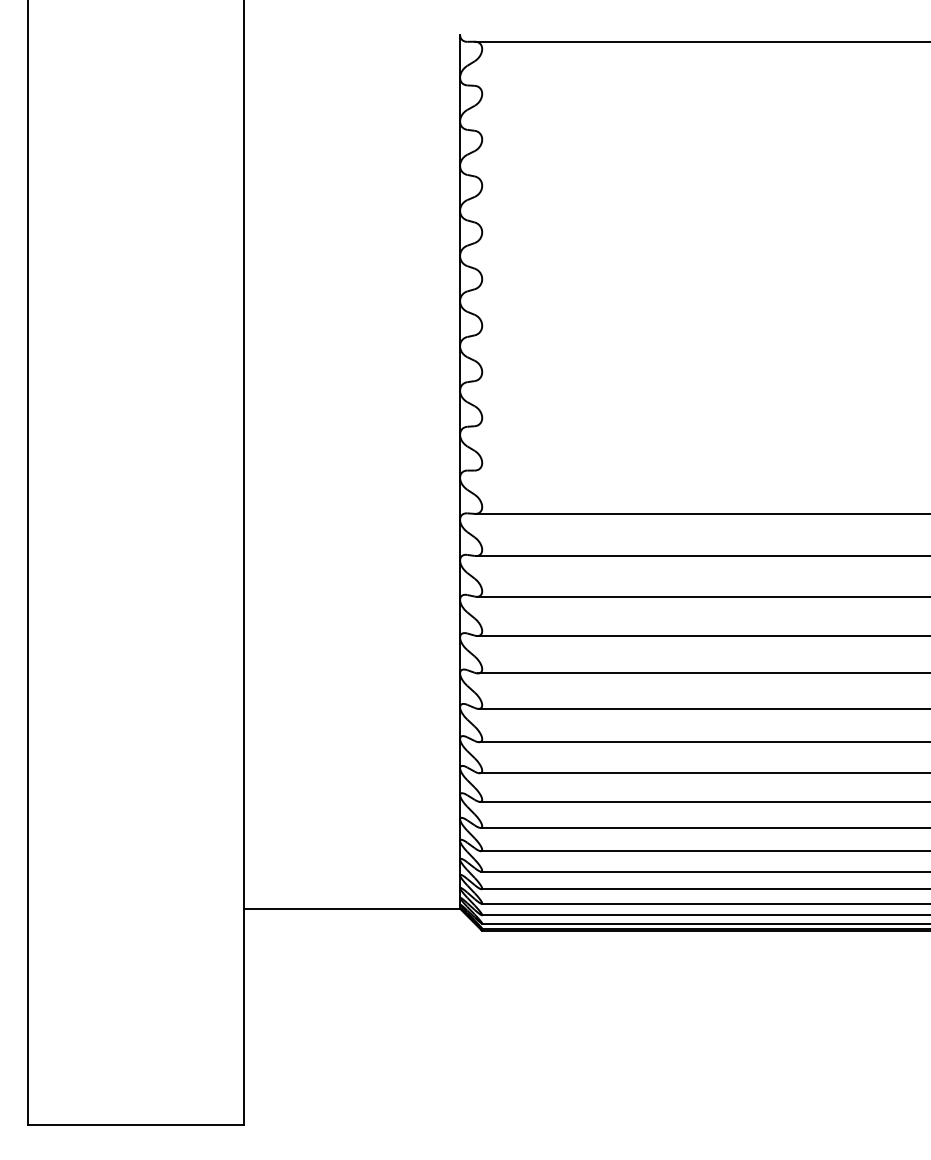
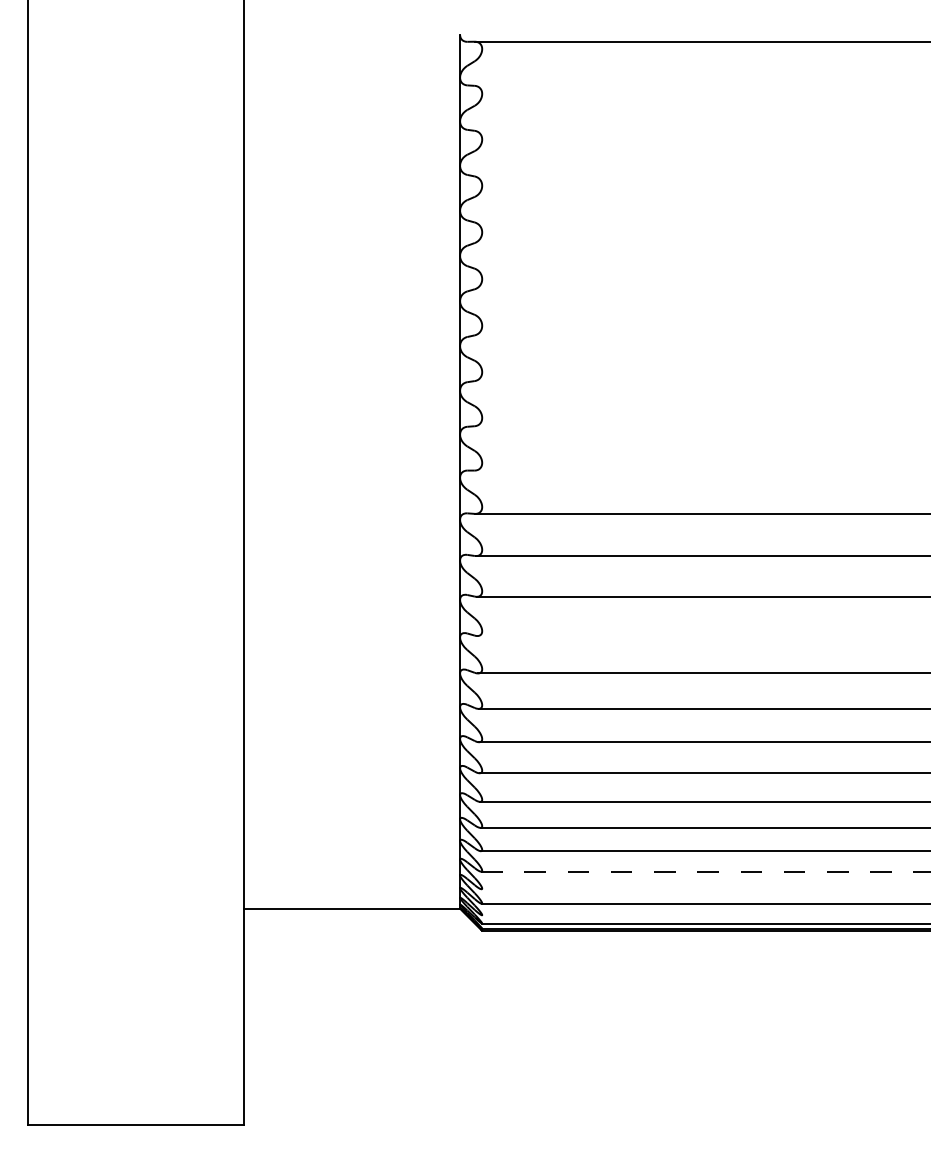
line at (702, 636): present -> none
line at (706, 871): solid -> dashed
line at (704, 889): present -> none
line at (704, 915): present -> none
